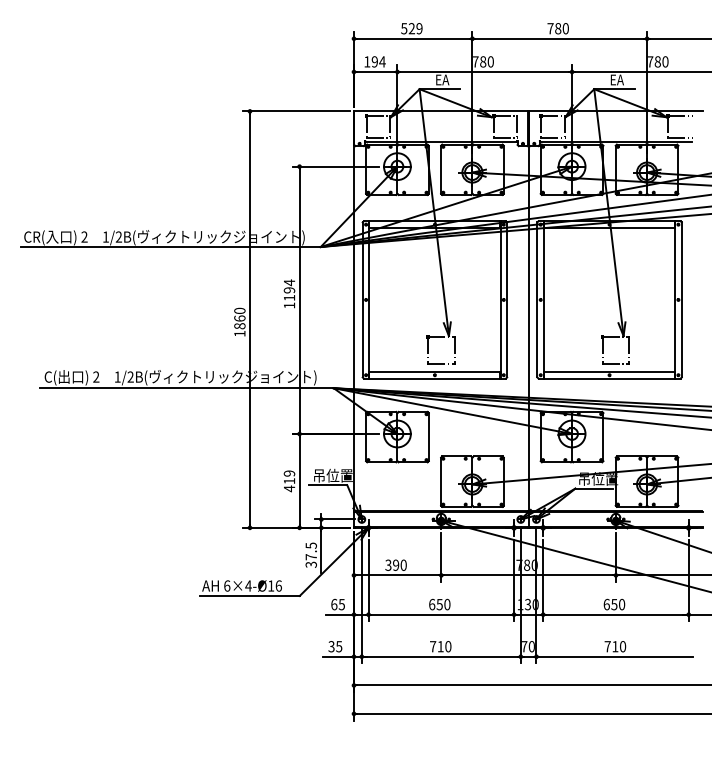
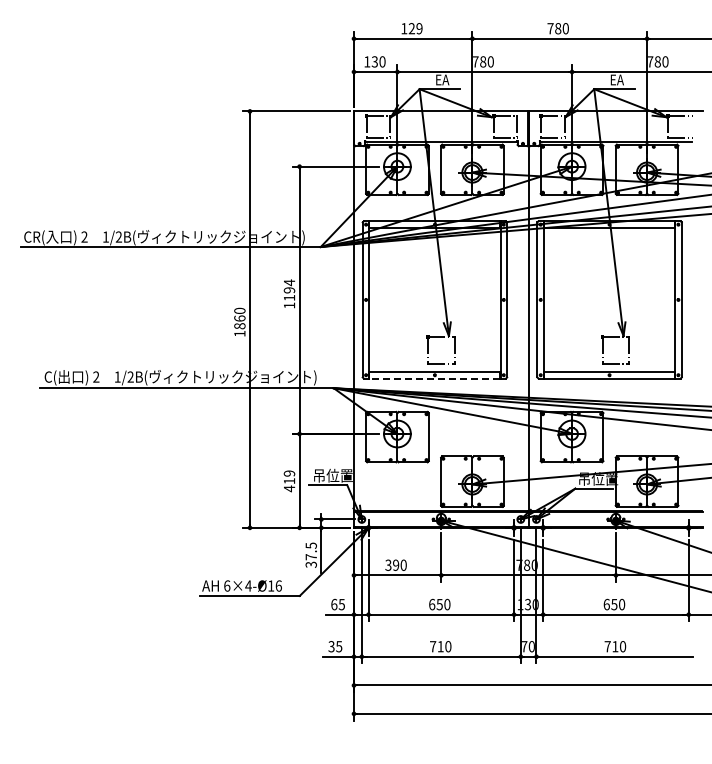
text at (404, 28): 529 -> 129
text at (378, 61): 194 -> 130
line at (434, 378): solid -> dashed
